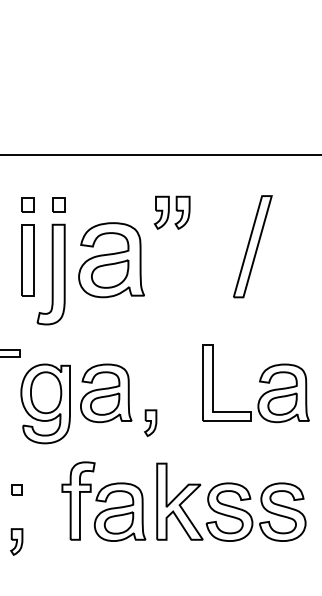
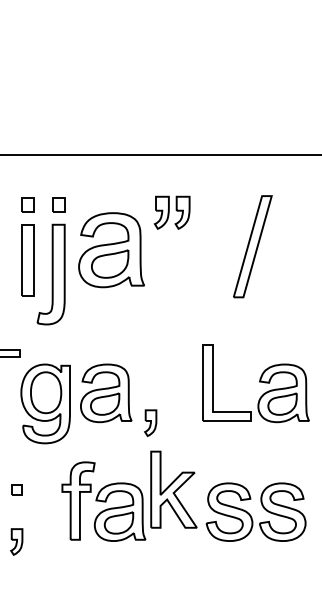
part at (111, 260) position: (111, 260) -> (111, 250)
part at (179, 501) position: (179, 501) -> (173, 489)
